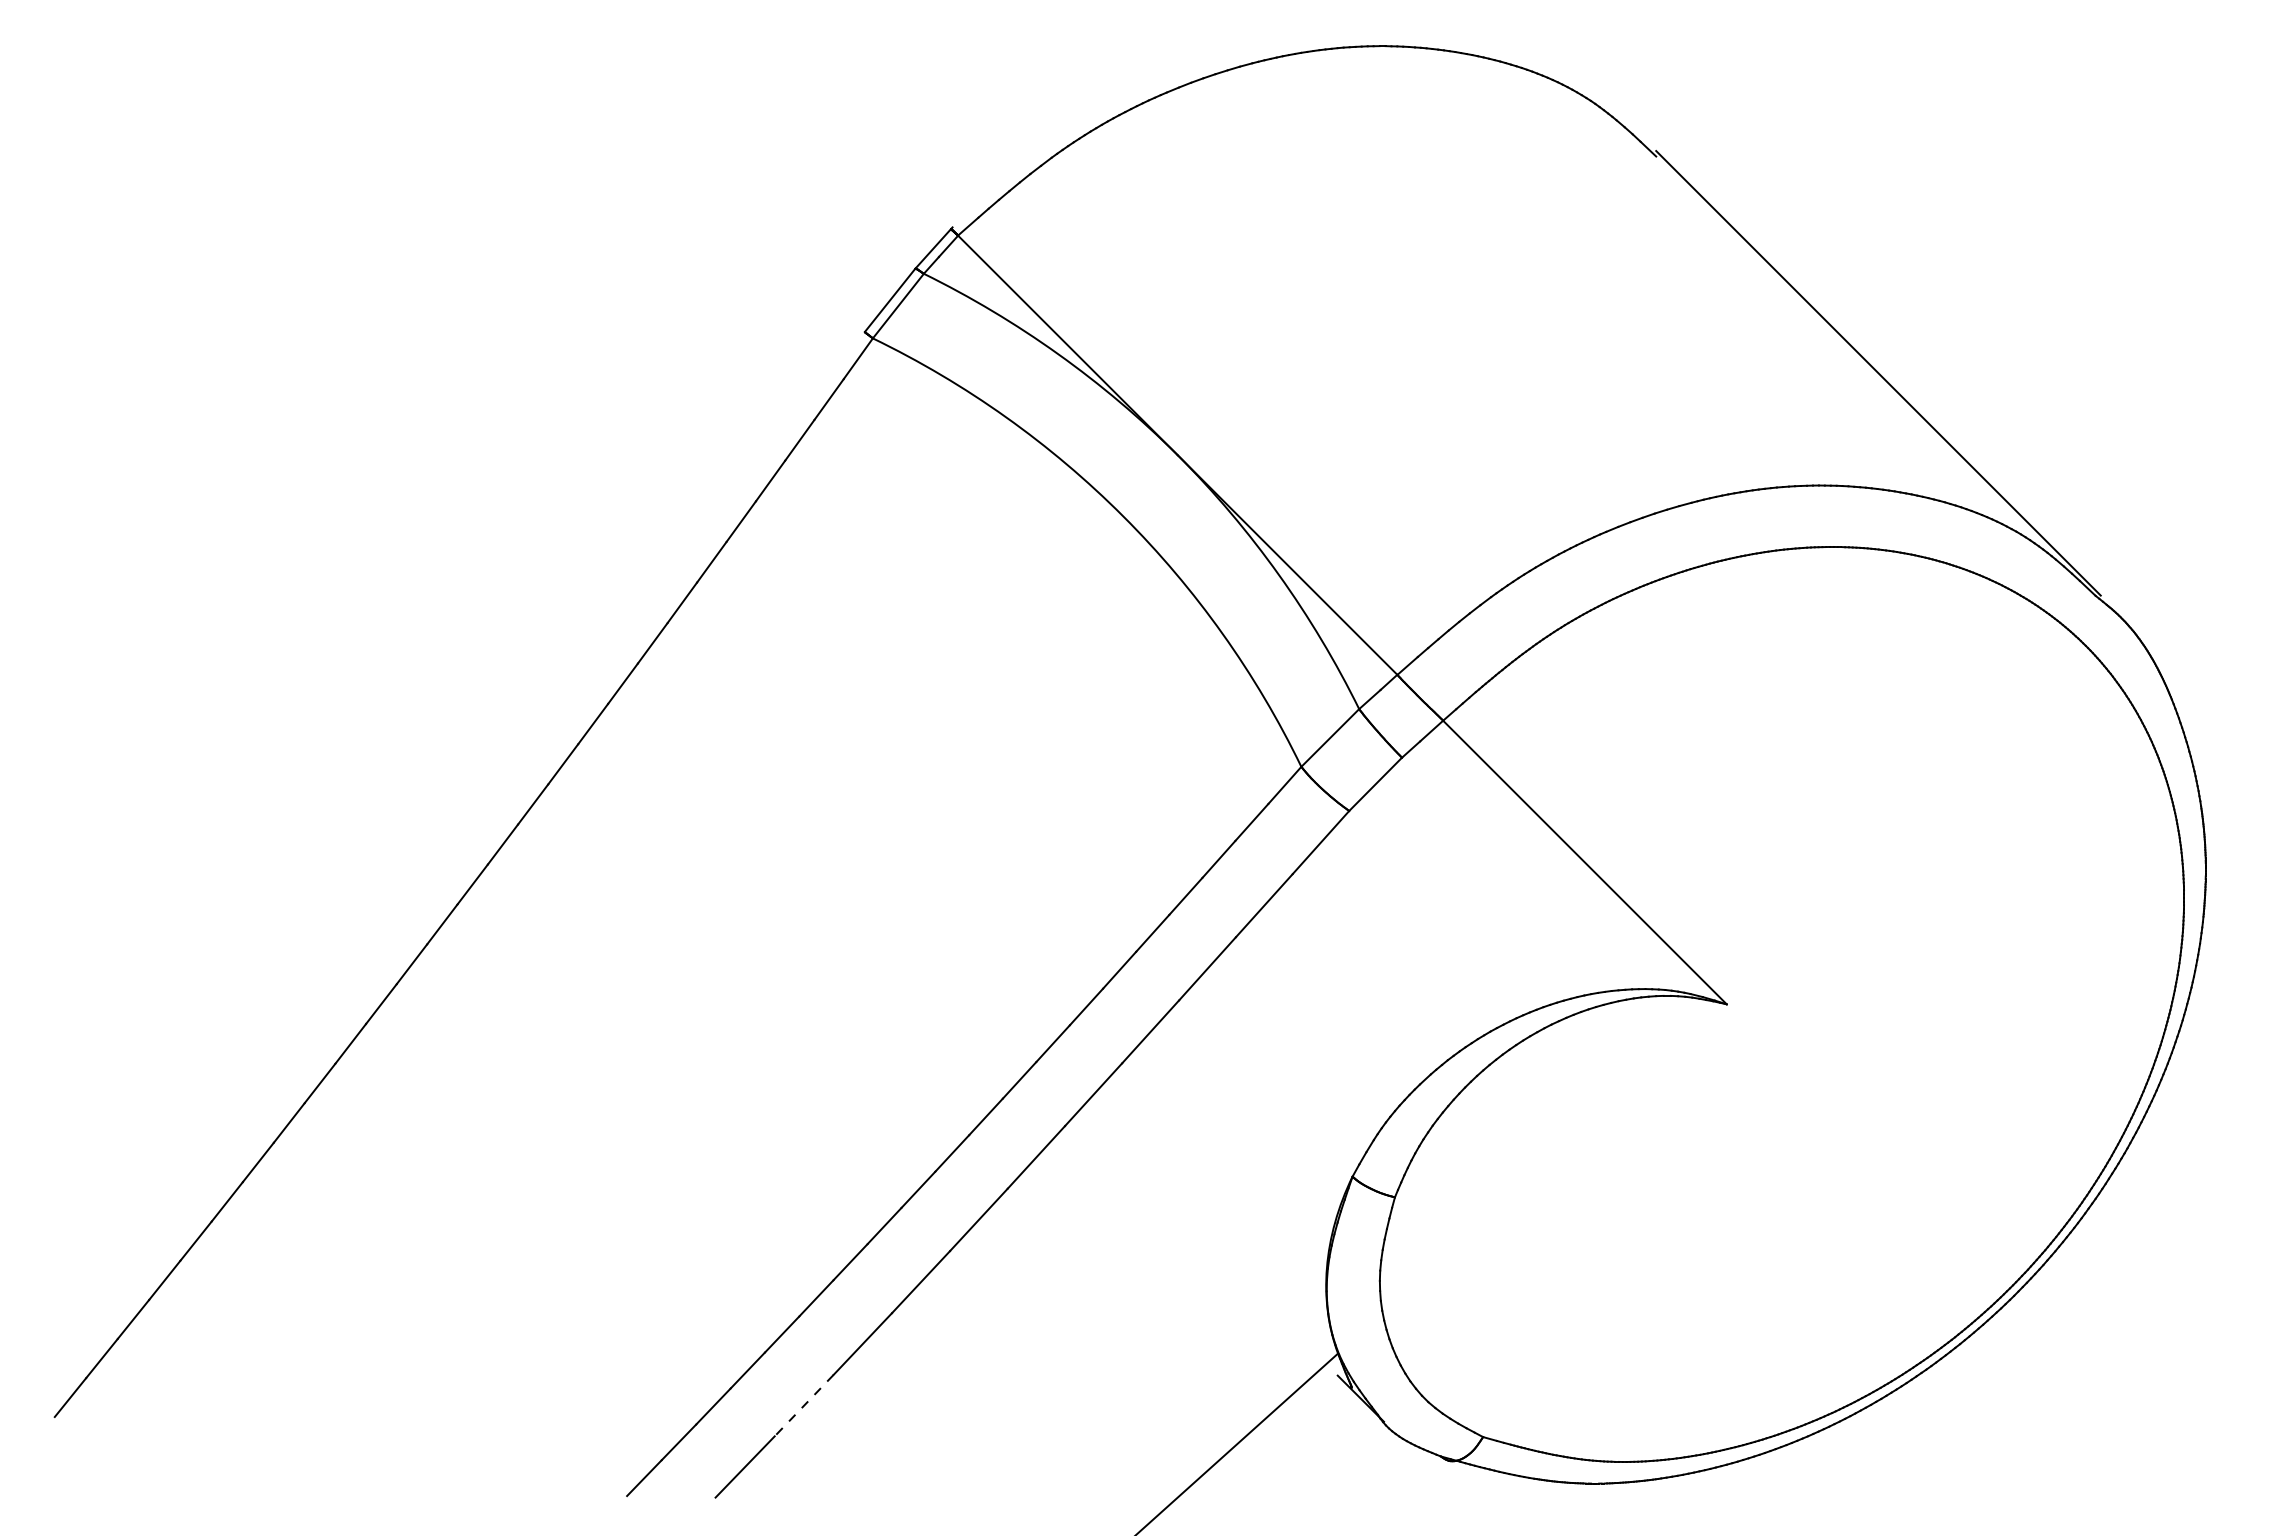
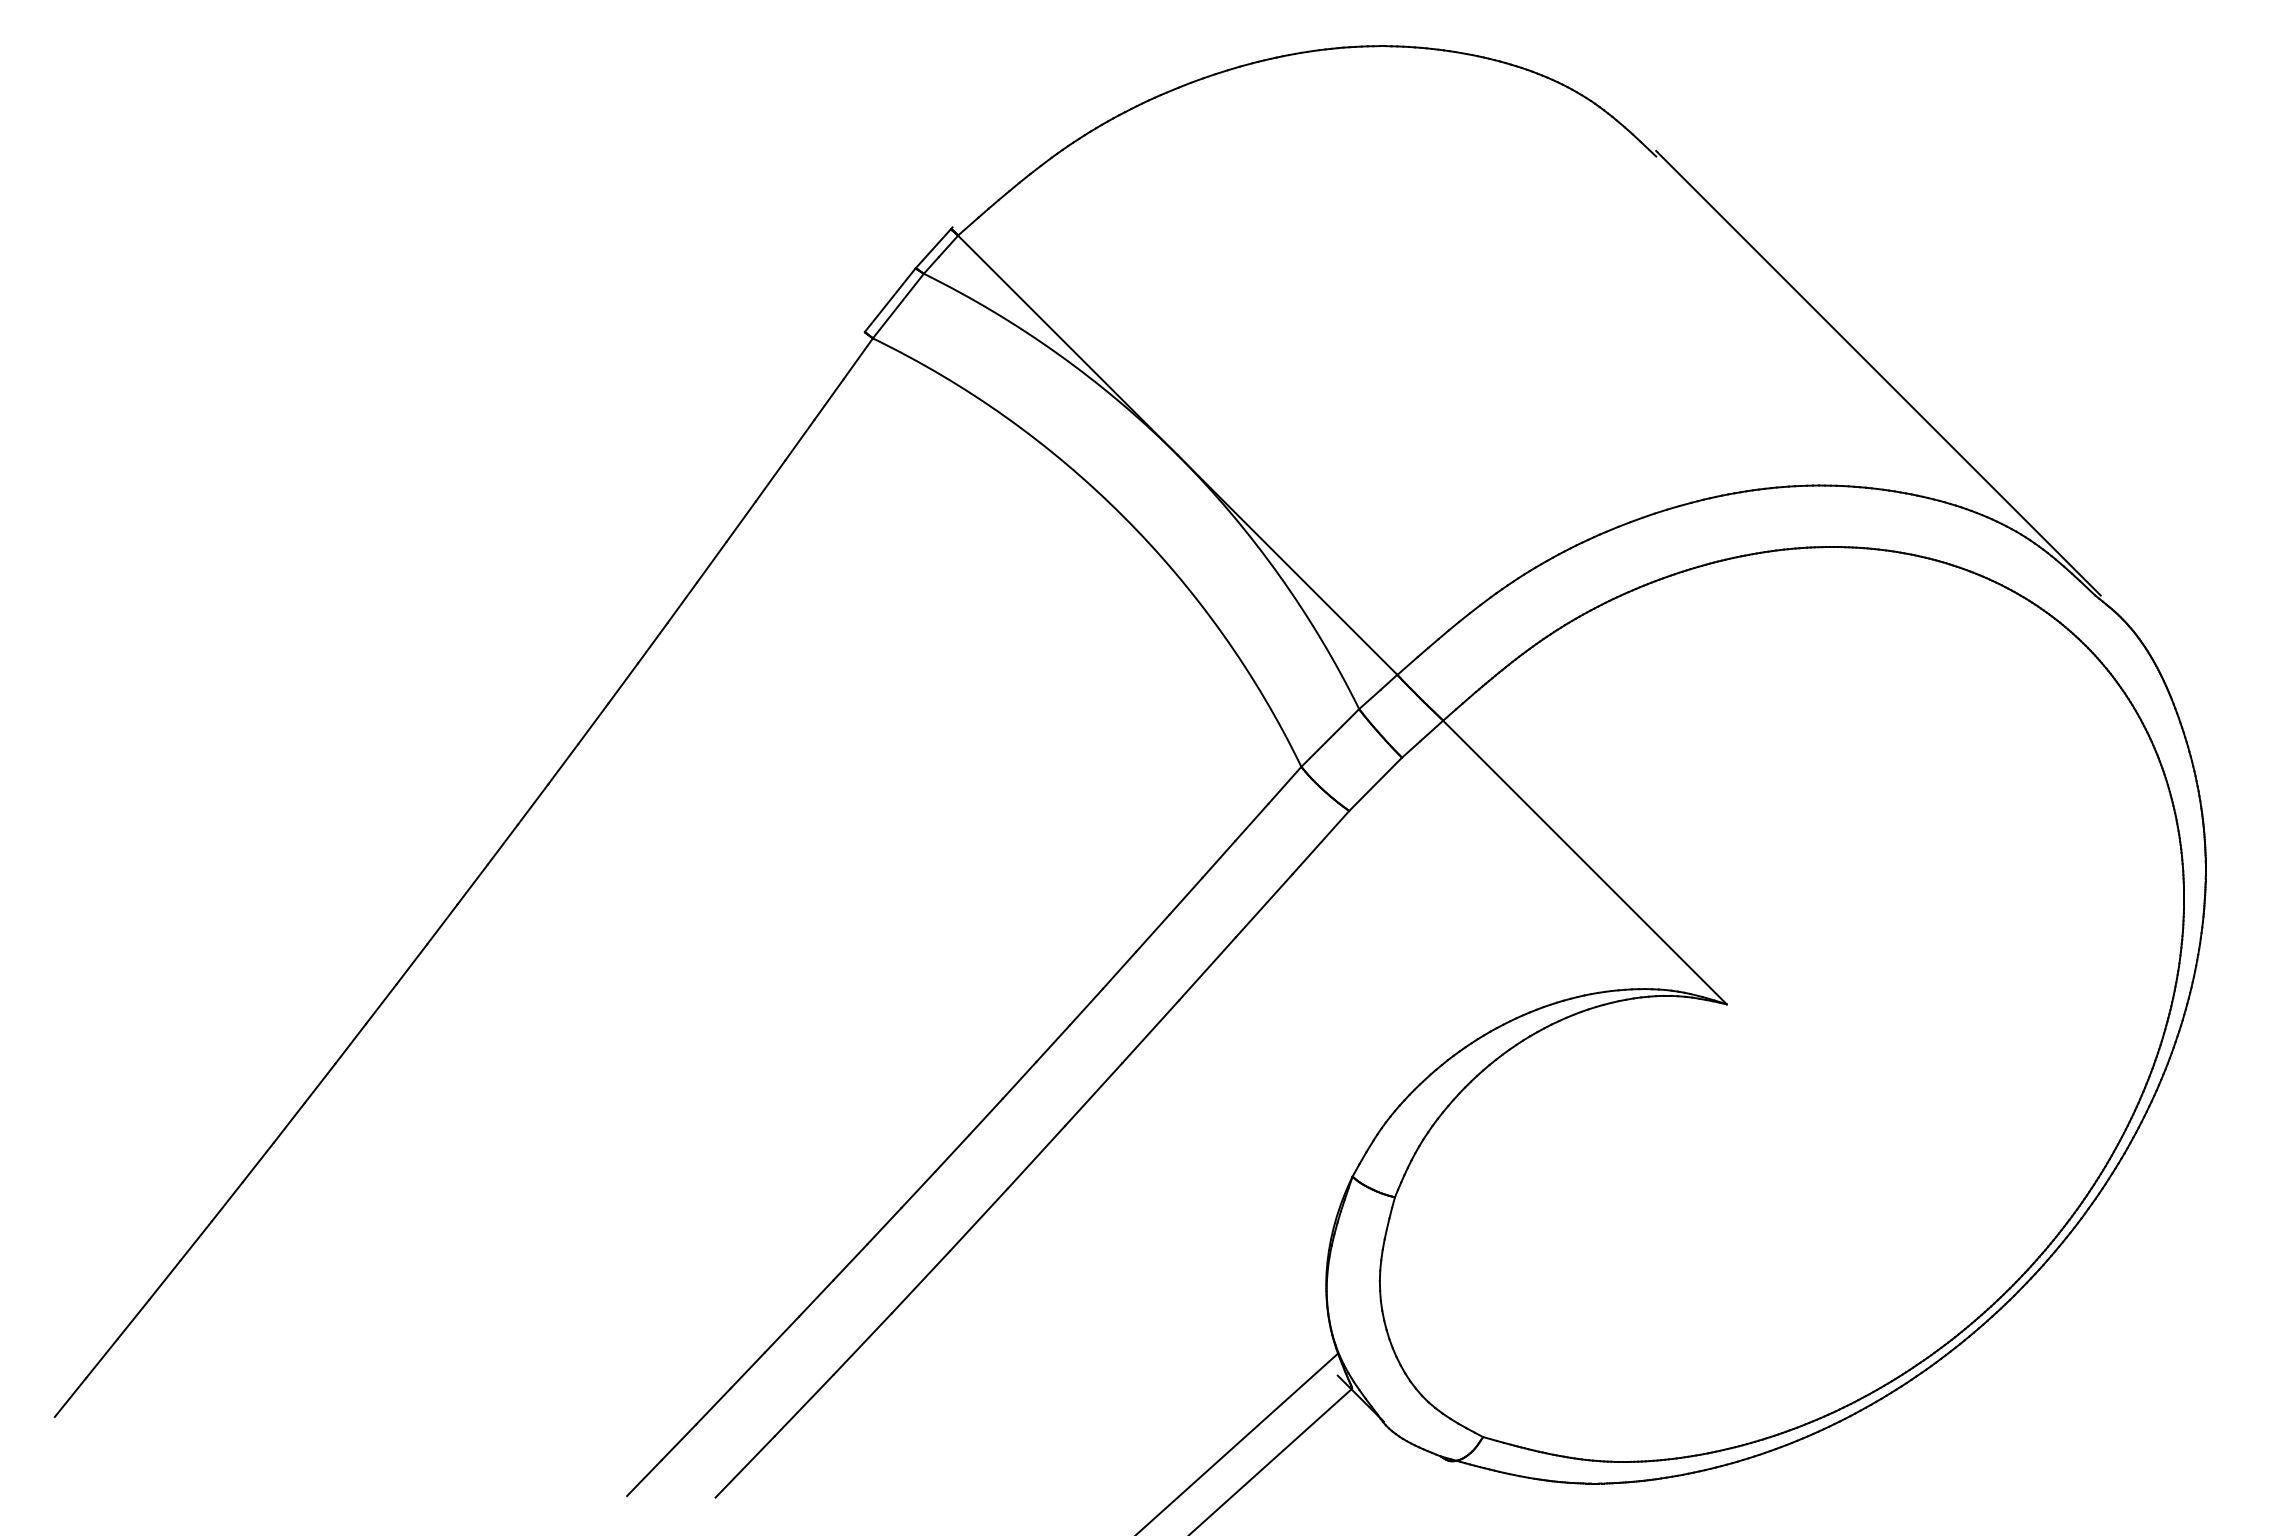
line at (804, 1405): dashed -> solid
line at (1272, 1460): none -> present
